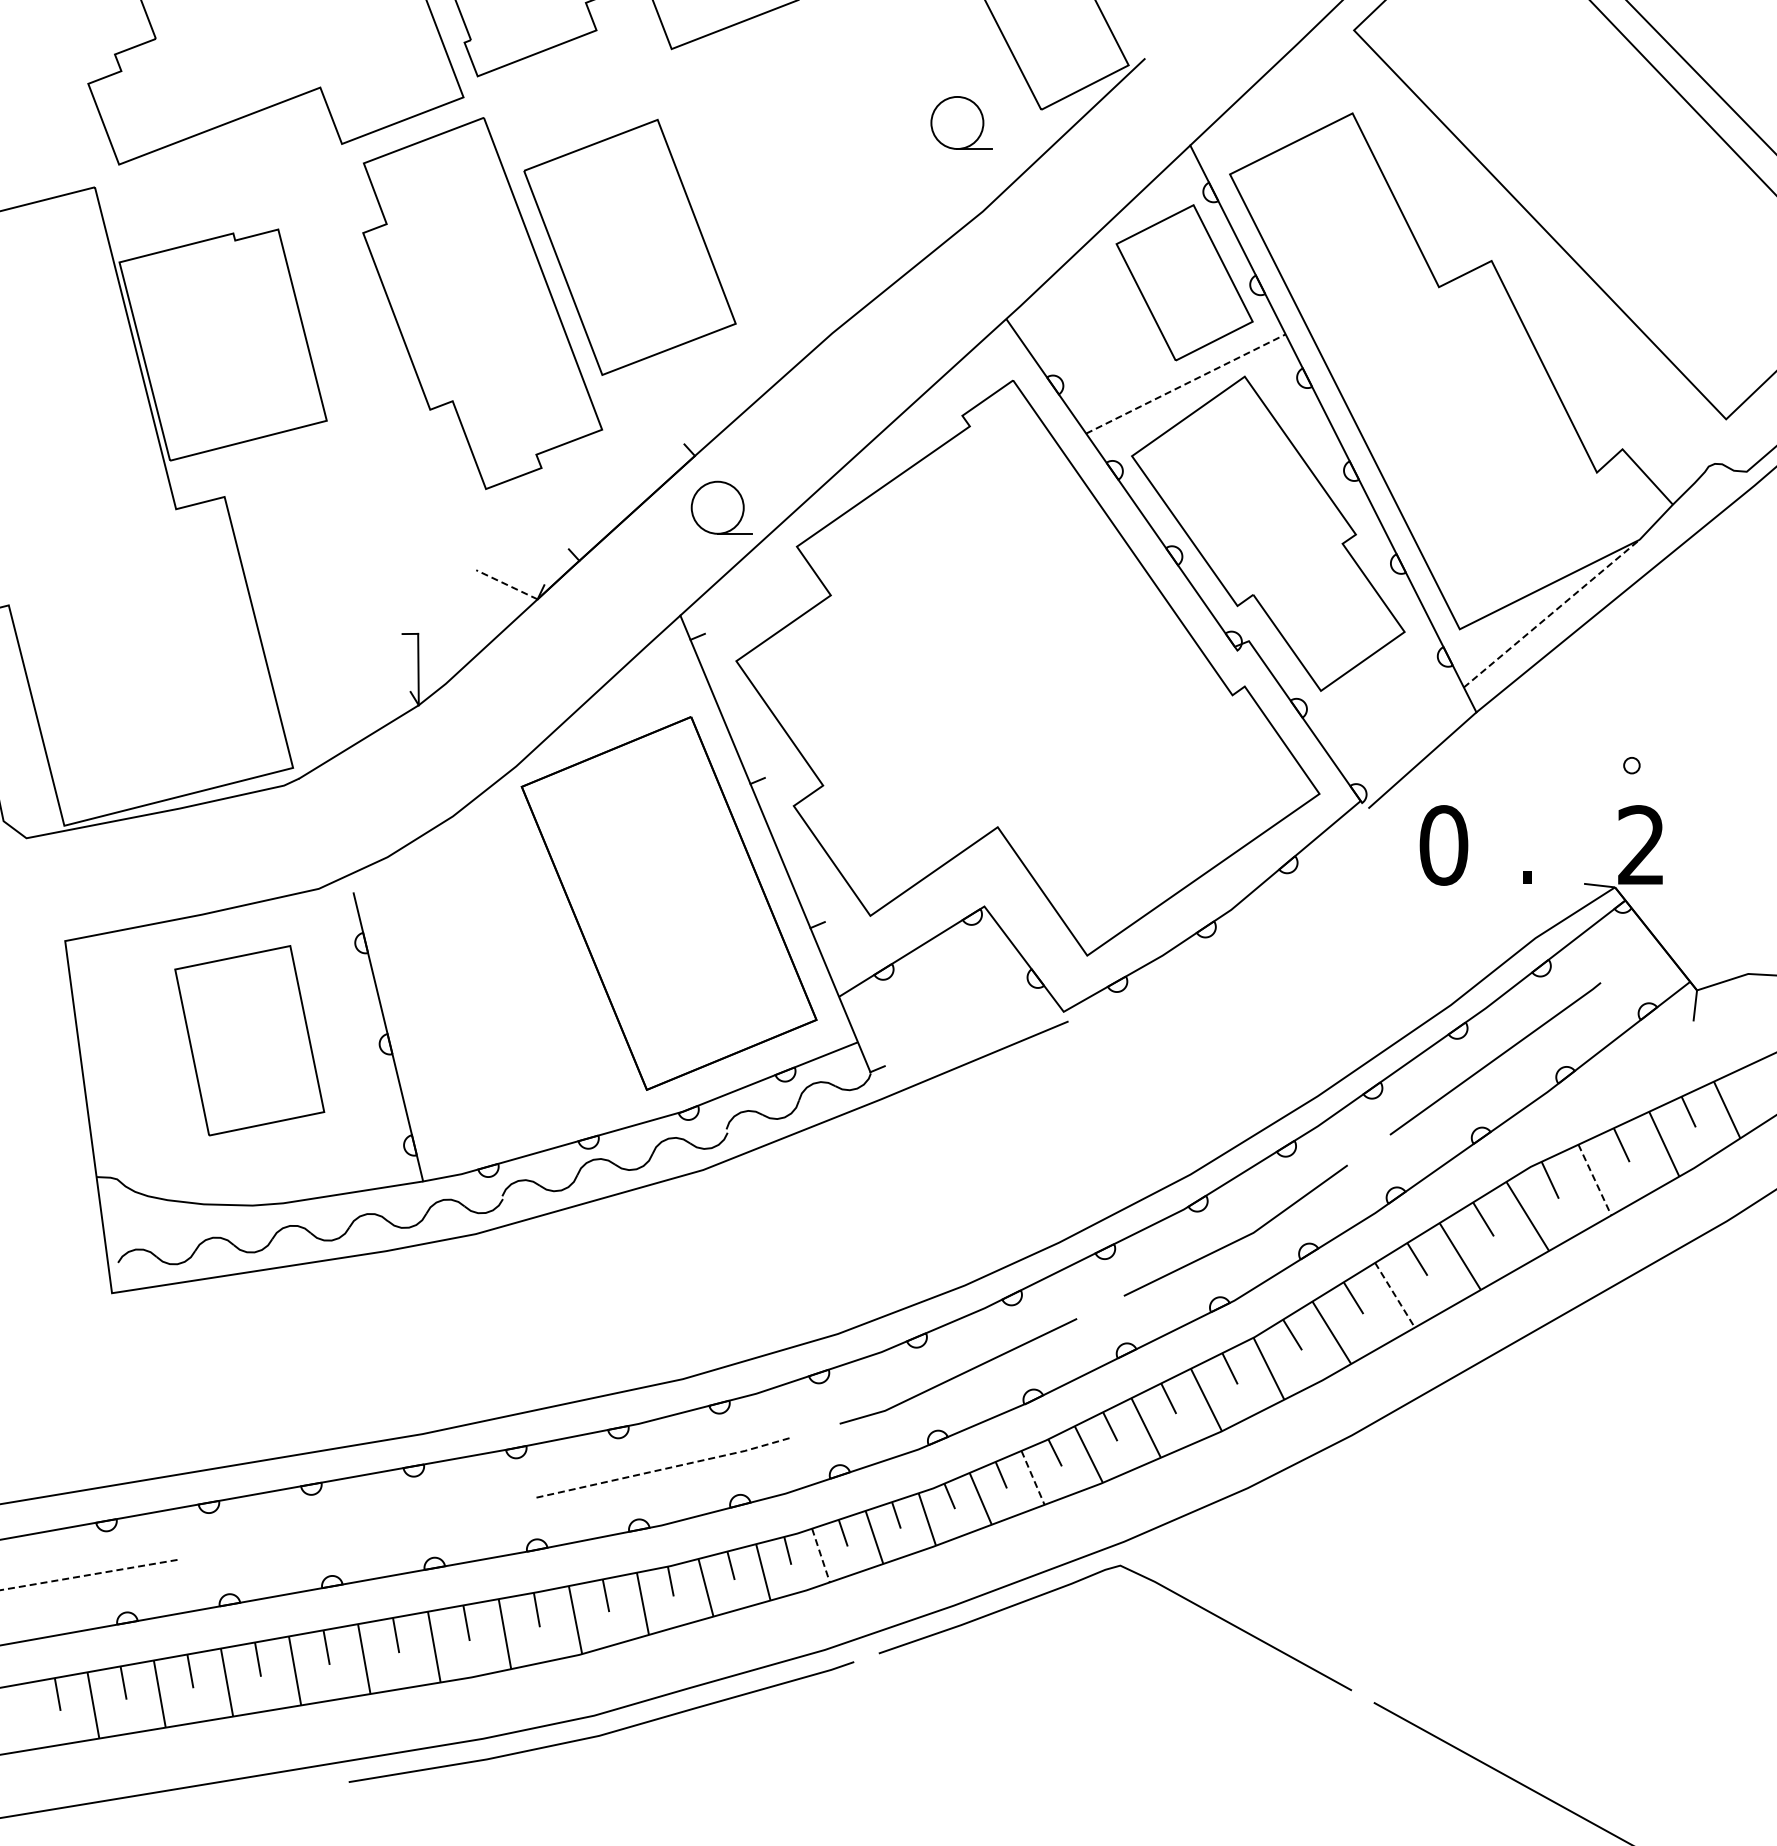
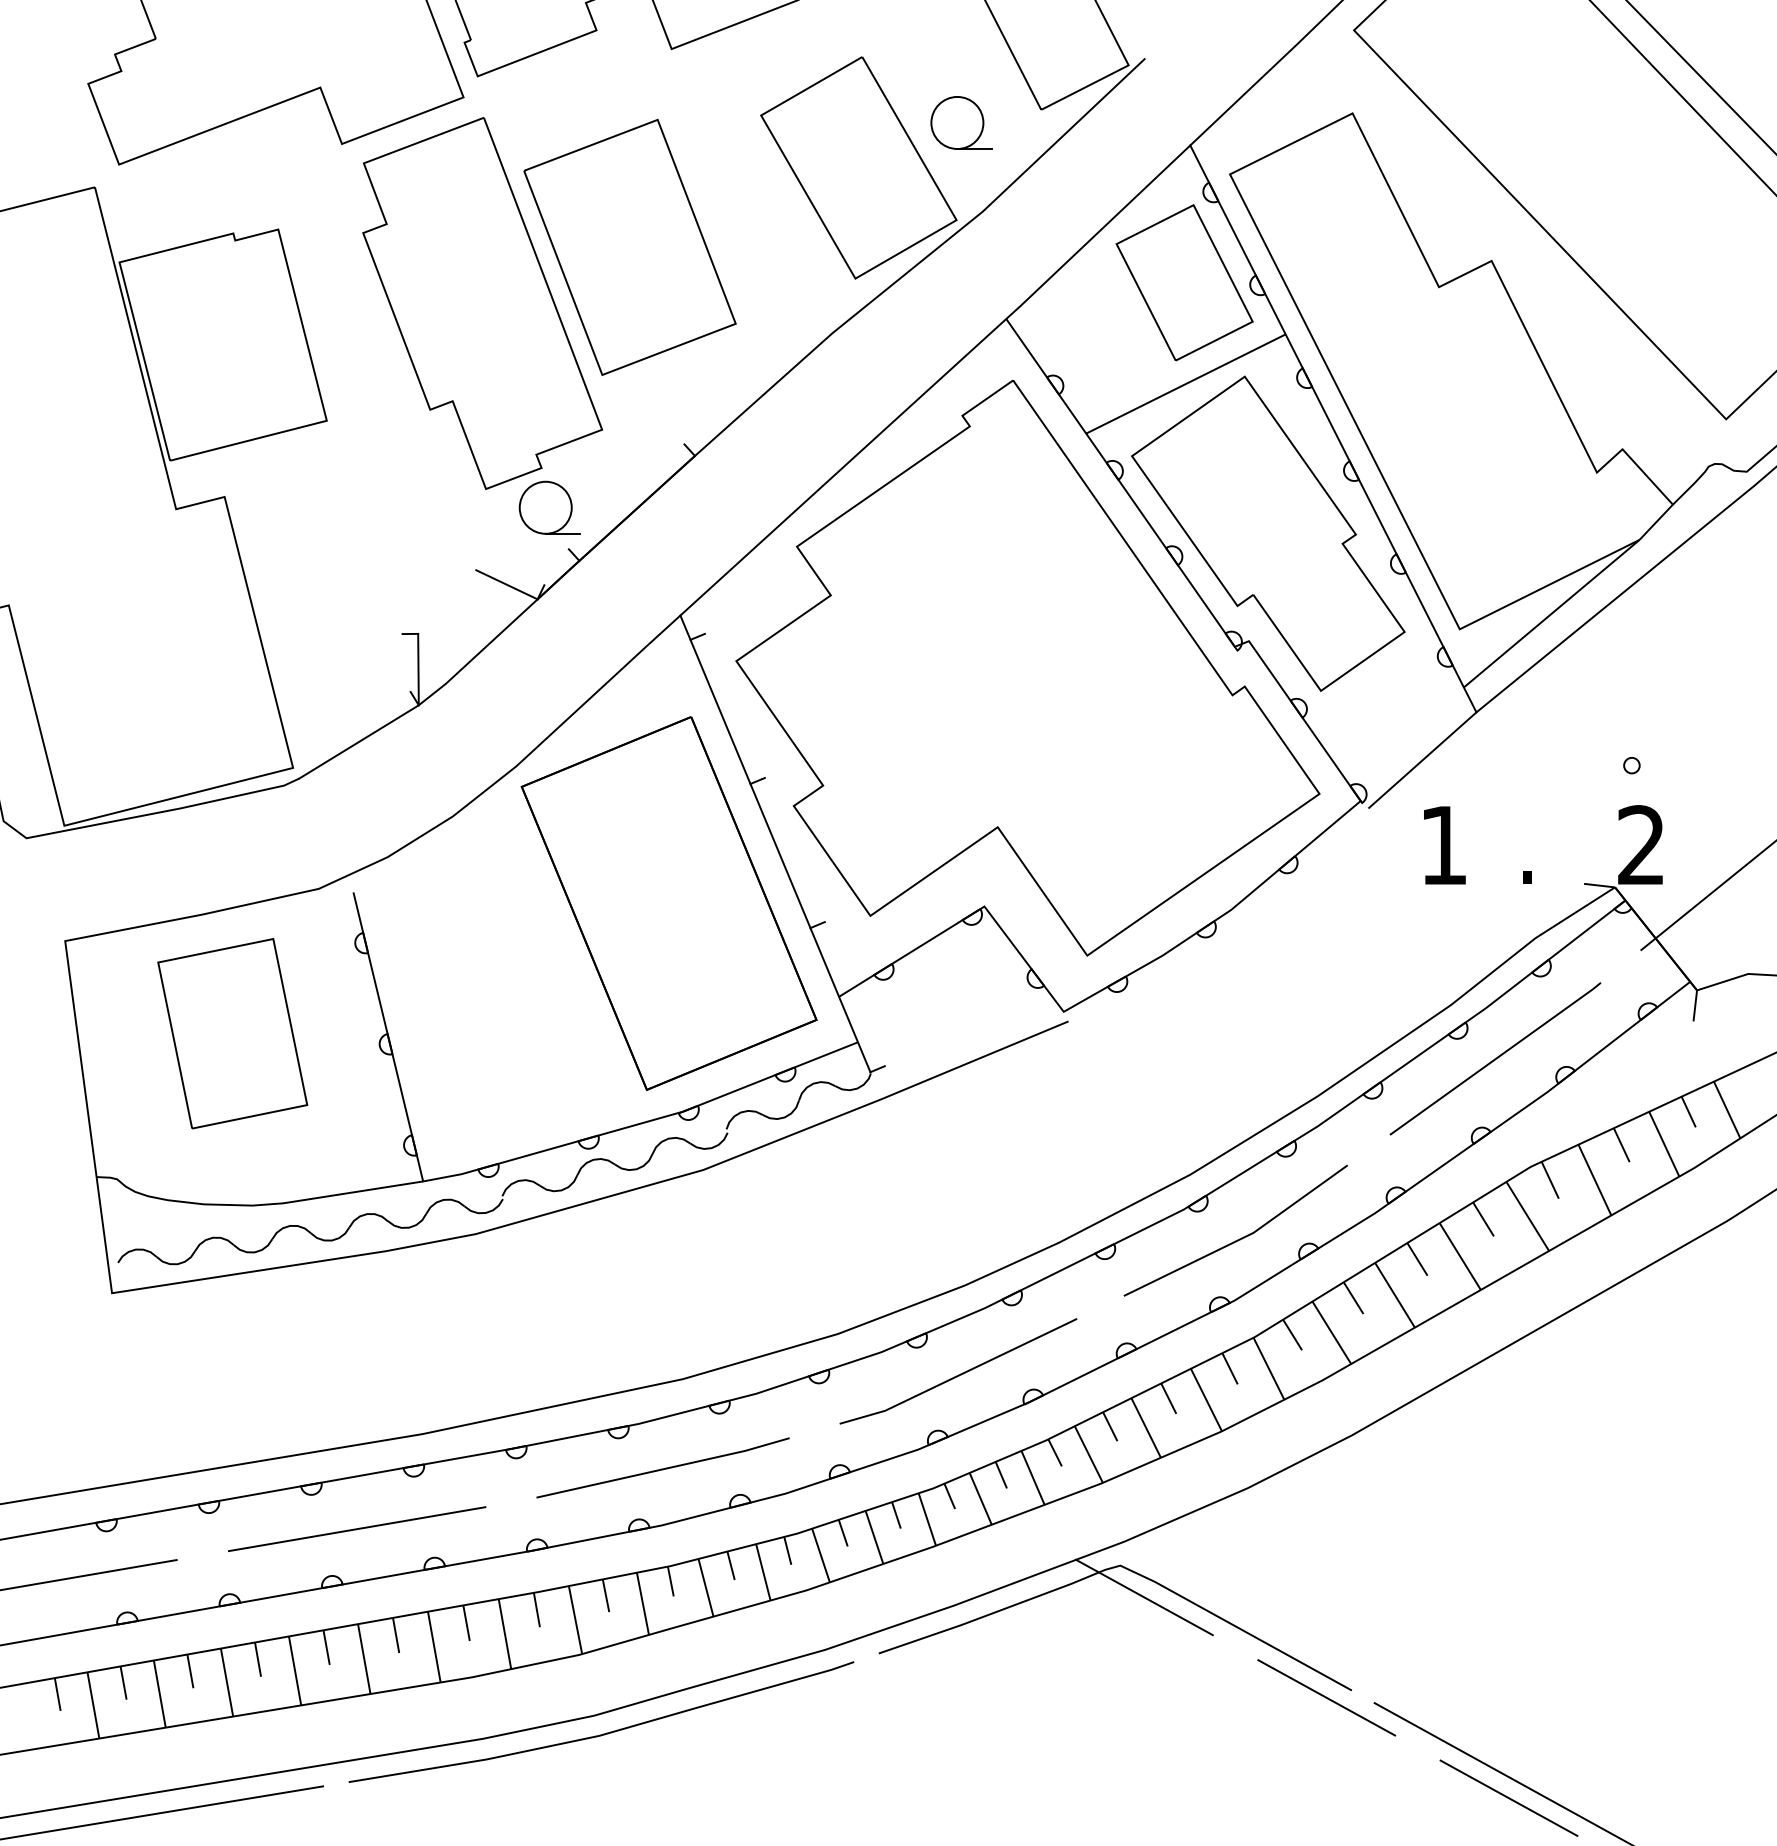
part at (858, 167): none -> present
line at (1186, 383): dashed -> solid
part at (721, 507) position: (721, 507) -> (549, 507)
line at (506, 584): dashed -> solid
line at (1551, 613): dashed -> solid
text at (1443, 845): 0 -> 1
line at (1707, 896): none -> present
part at (249, 1040) position: (249, 1040) -> (232, 1033)
line at (1595, 1180): dashed -> solid
line at (1394, 1295): dashed -> solid
line at (664, 1469): dashed -> solid
line at (1033, 1478): dashed -> solid
line at (356, 1529): none -> present
line at (821, 1556): dashed -> solid
line at (89, 1575): dashed -> solid
line at (1144, 1597): none -> present
line at (1326, 1697): none -> present
line at (1508, 1797): none -> present
line at (162, 1812): none -> present
